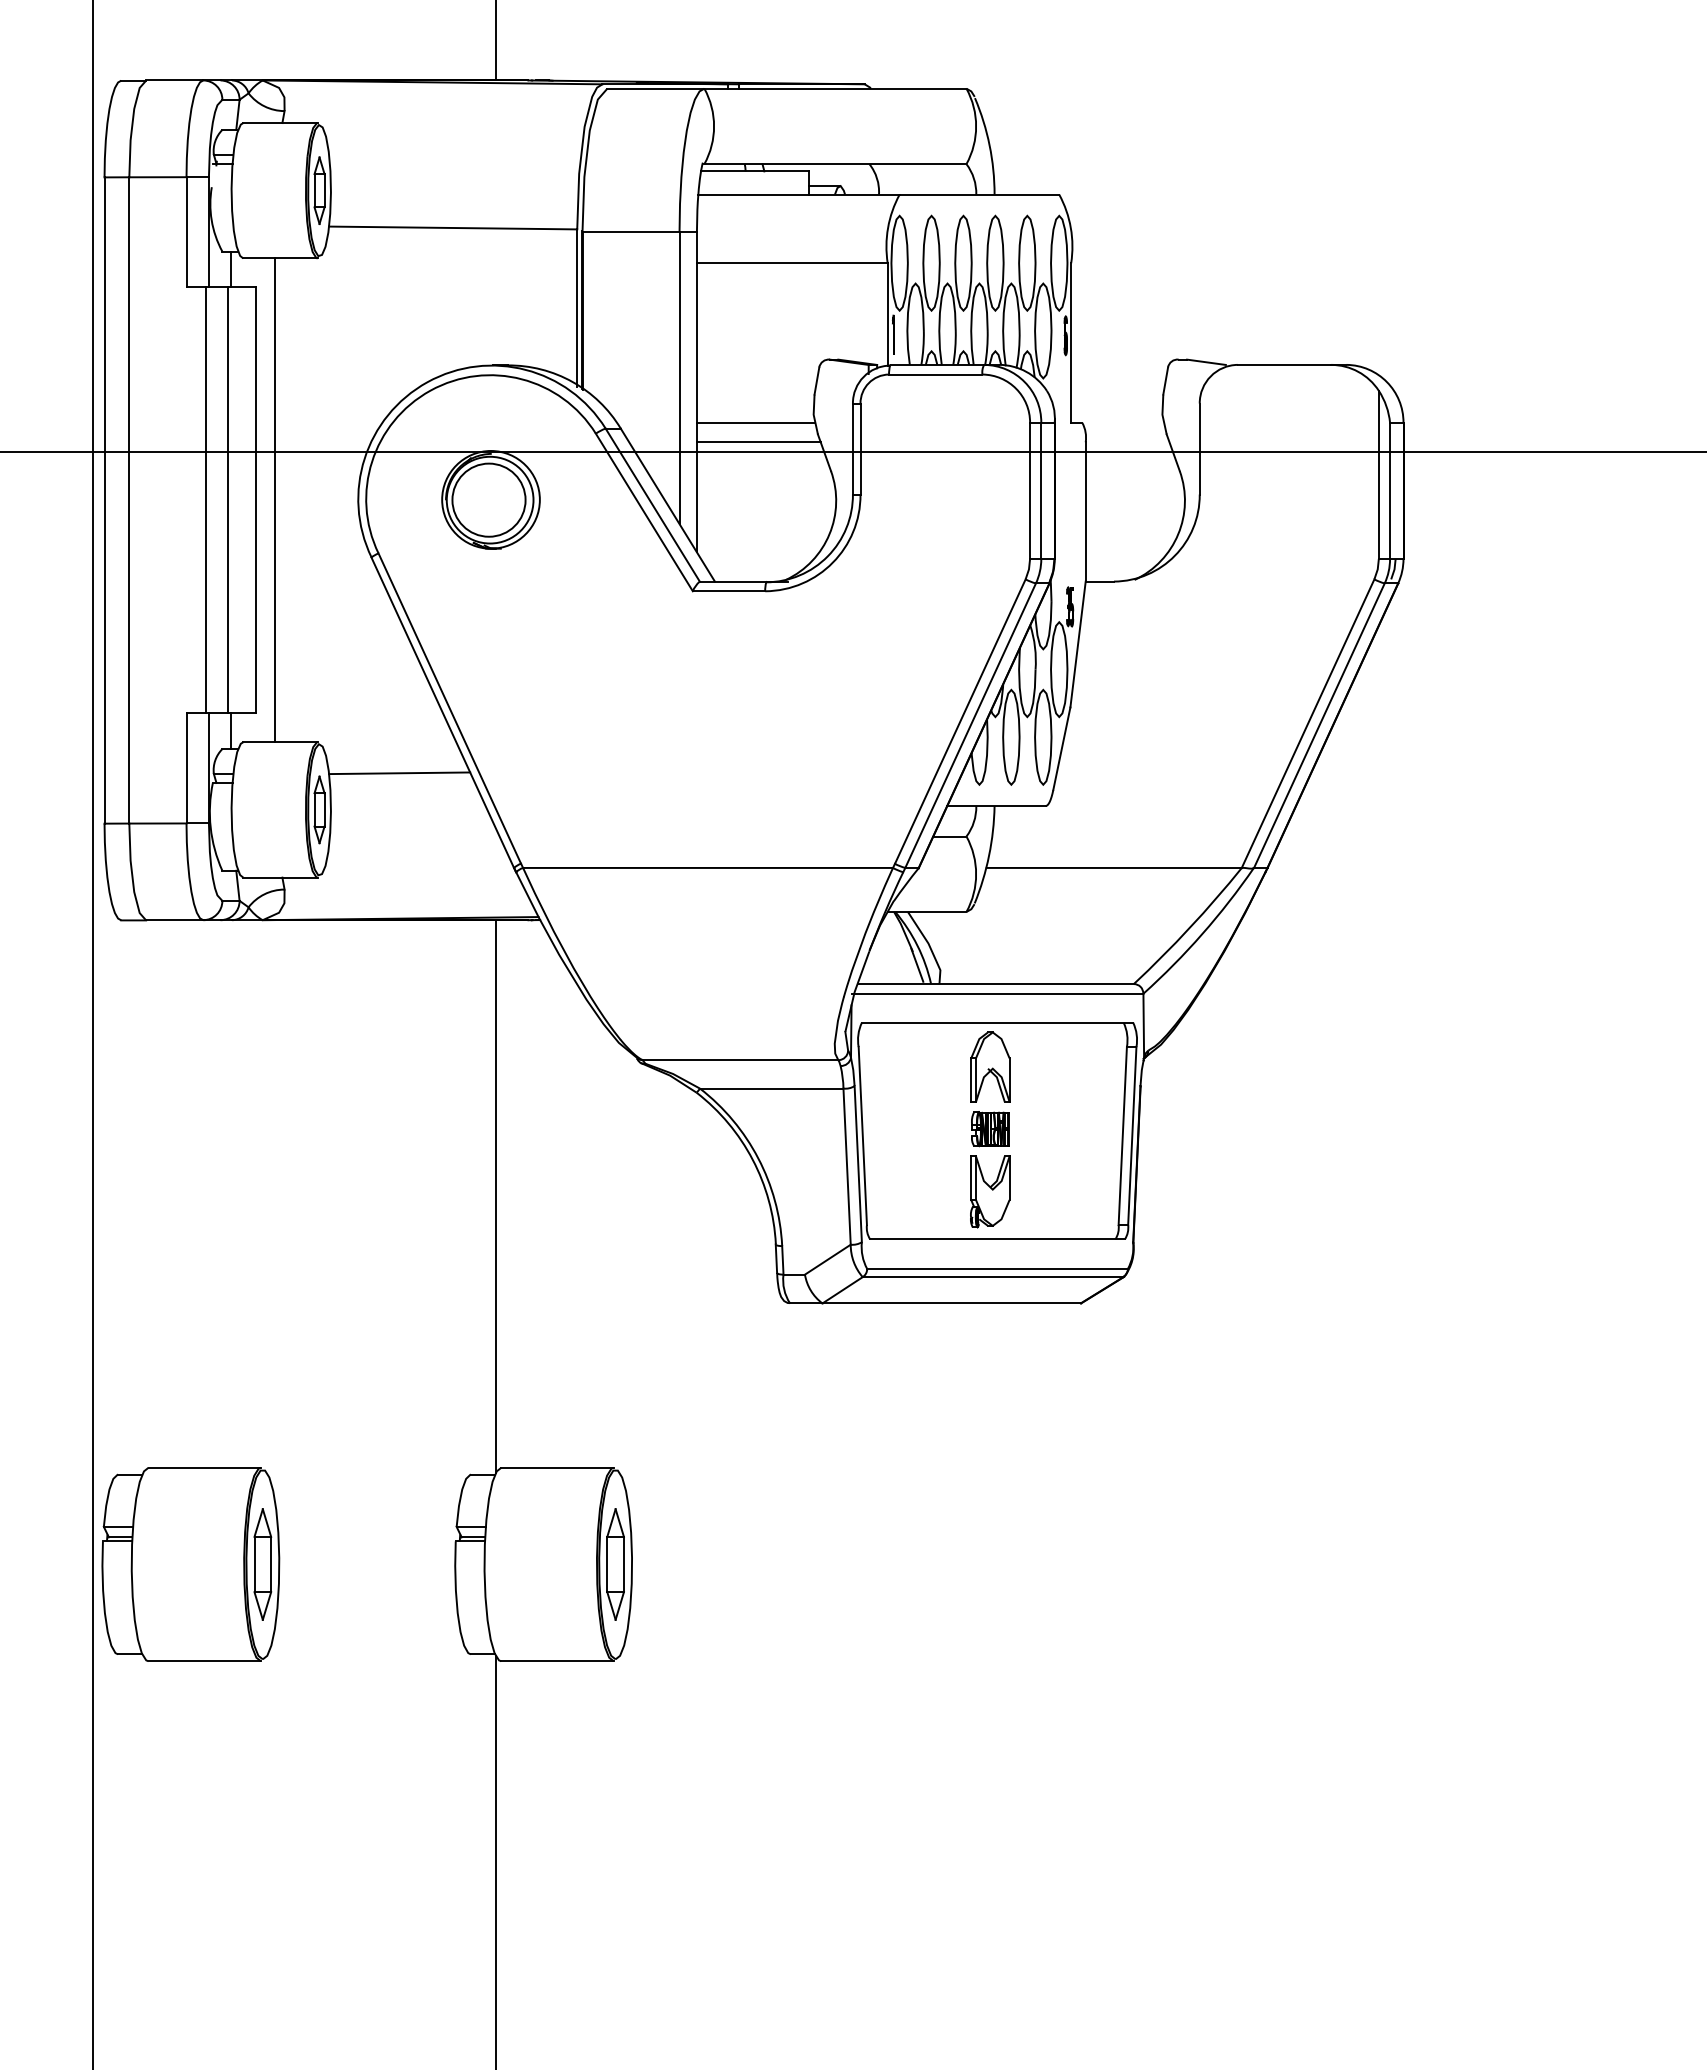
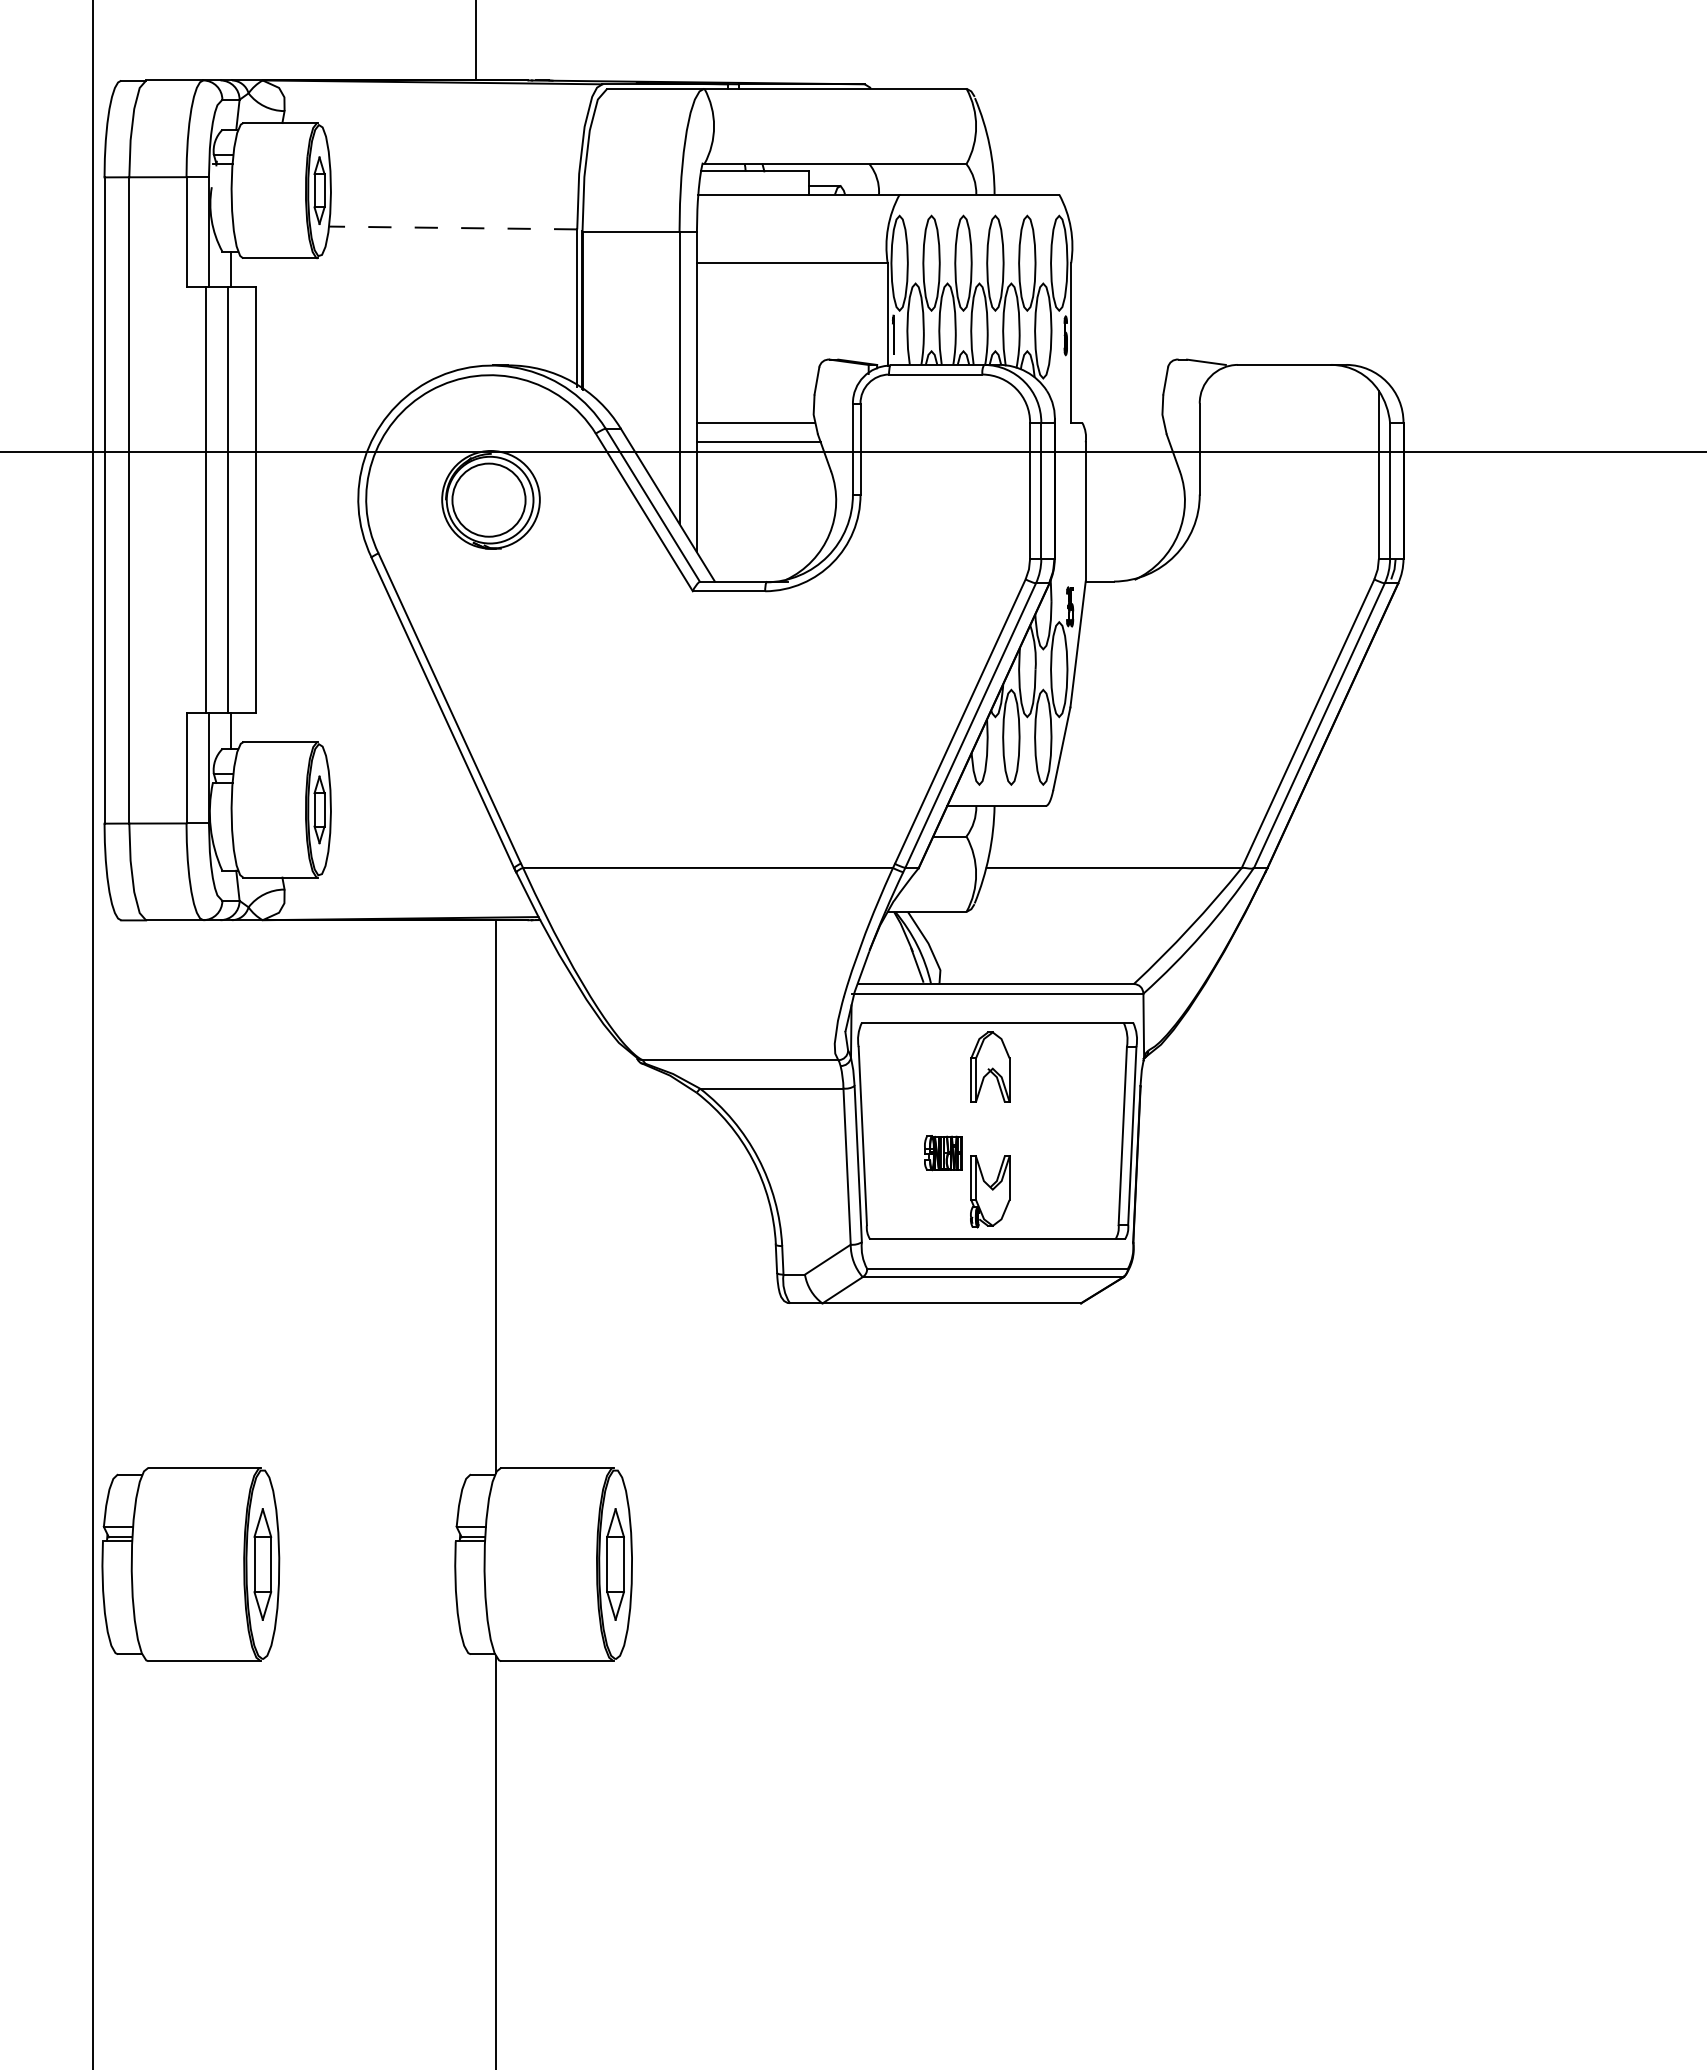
line at (496, 41) position: (496, 41) -> (476, 41)
line at (452, 227): solid -> dashed
line at (274, 500): present -> none
line at (399, 773): present -> none
part at (990, 1129) position: (990, 1129) -> (943, 1153)
